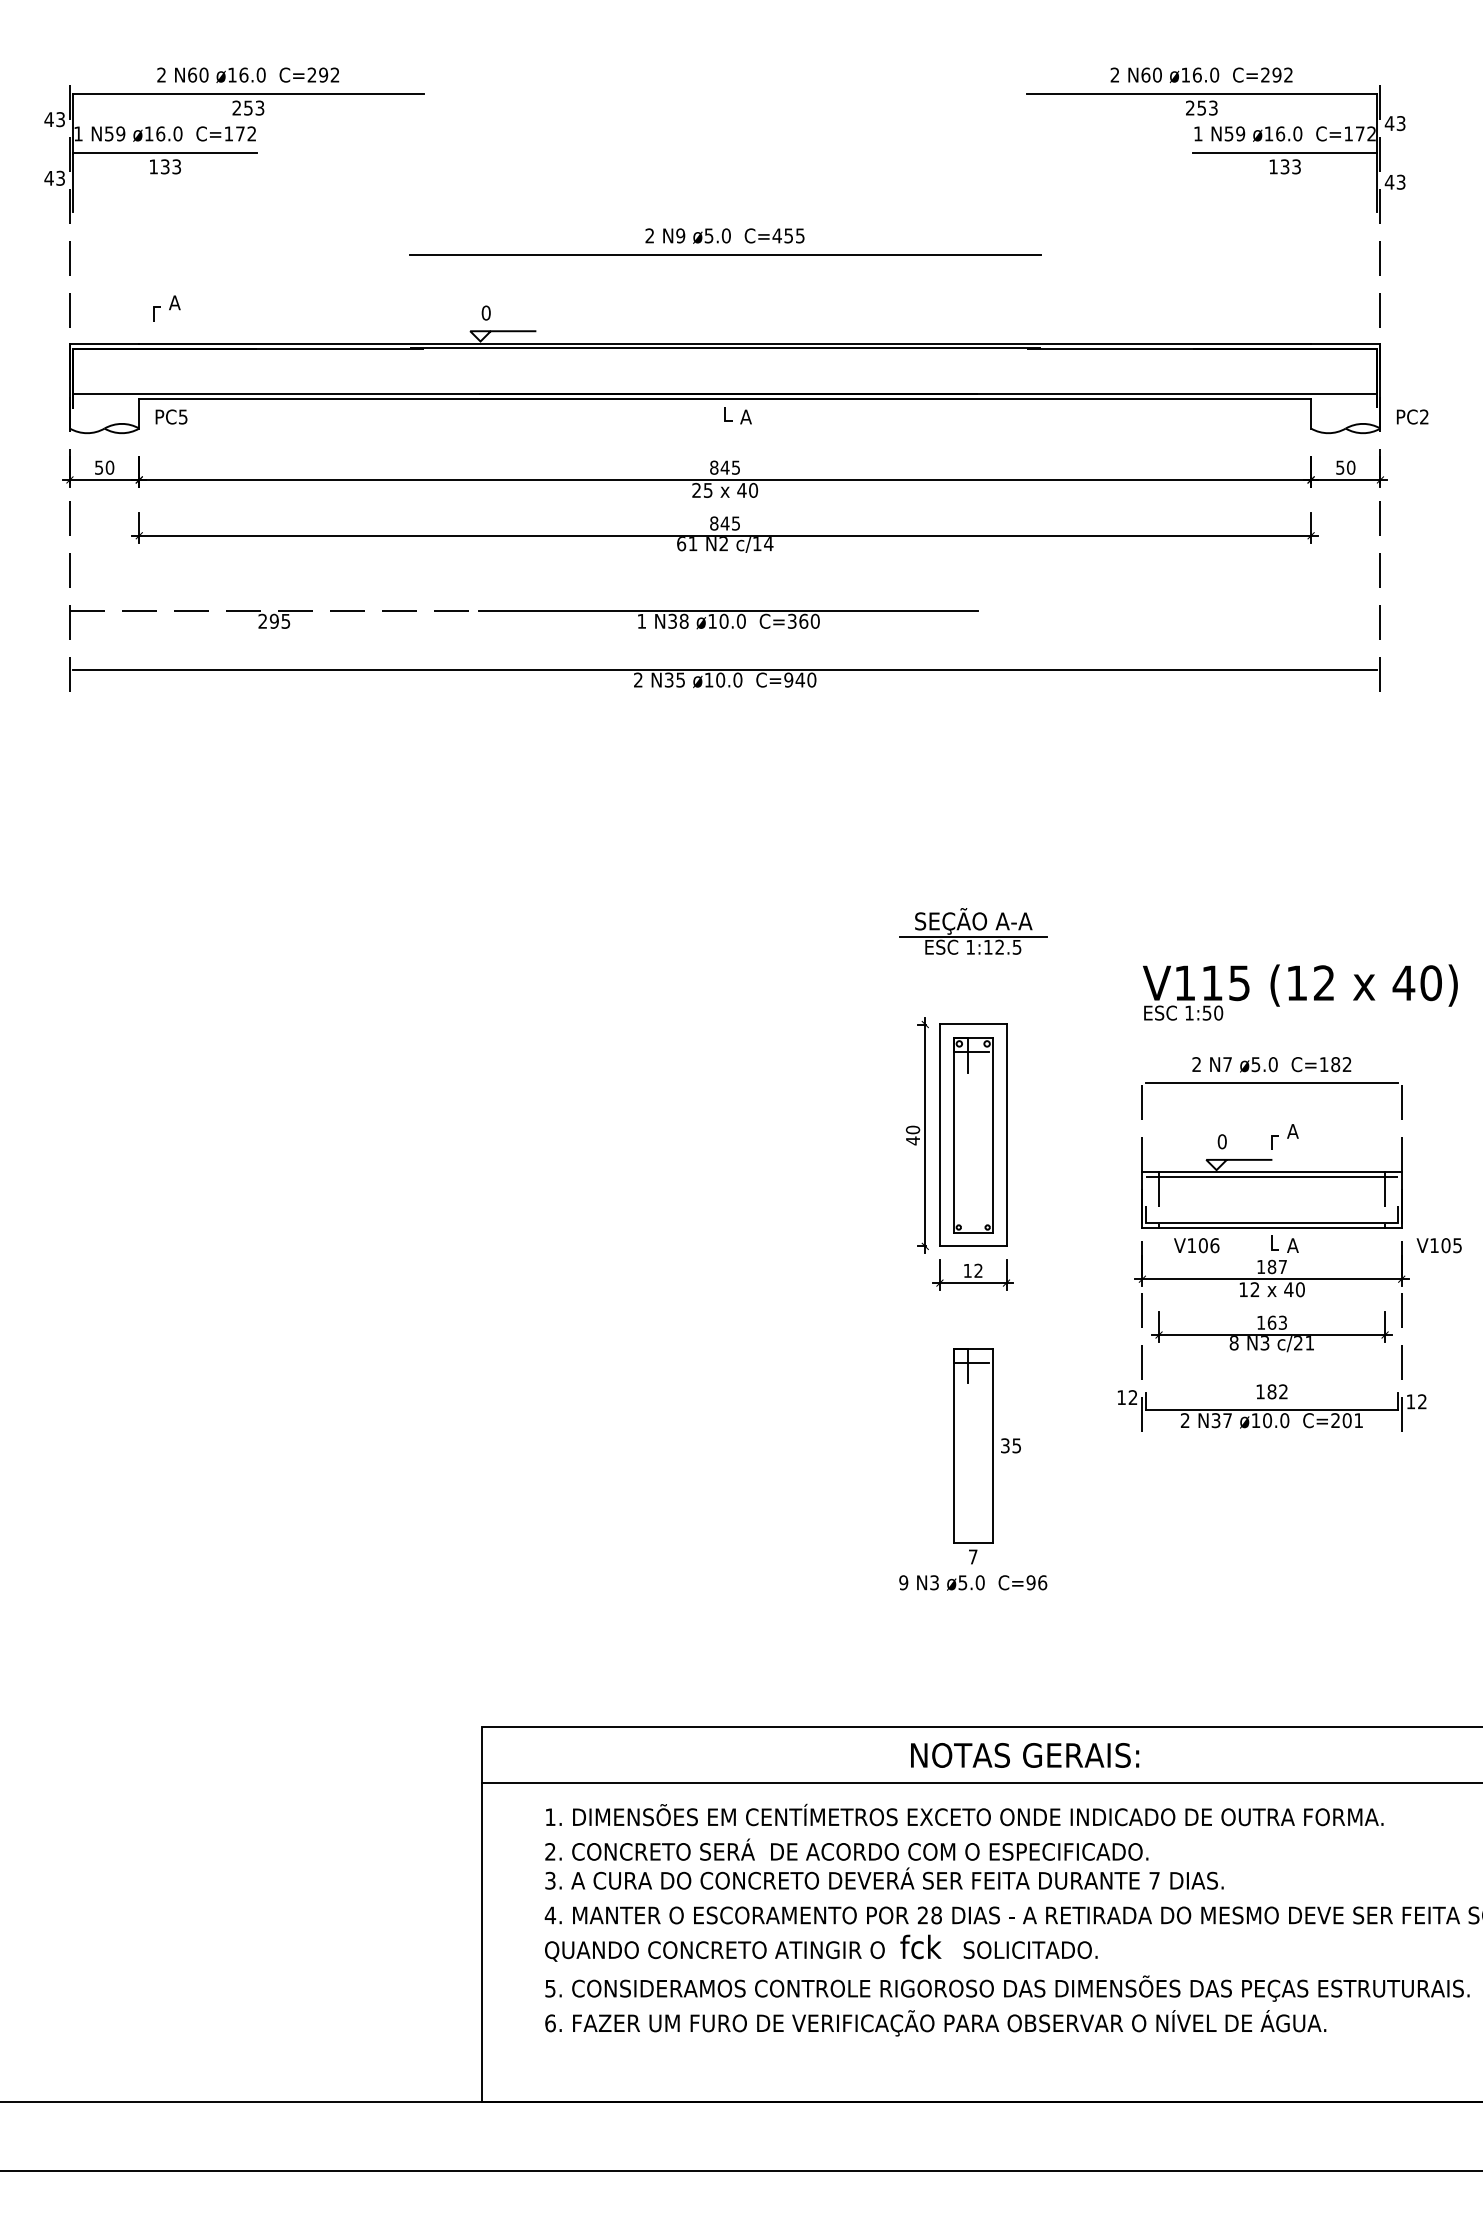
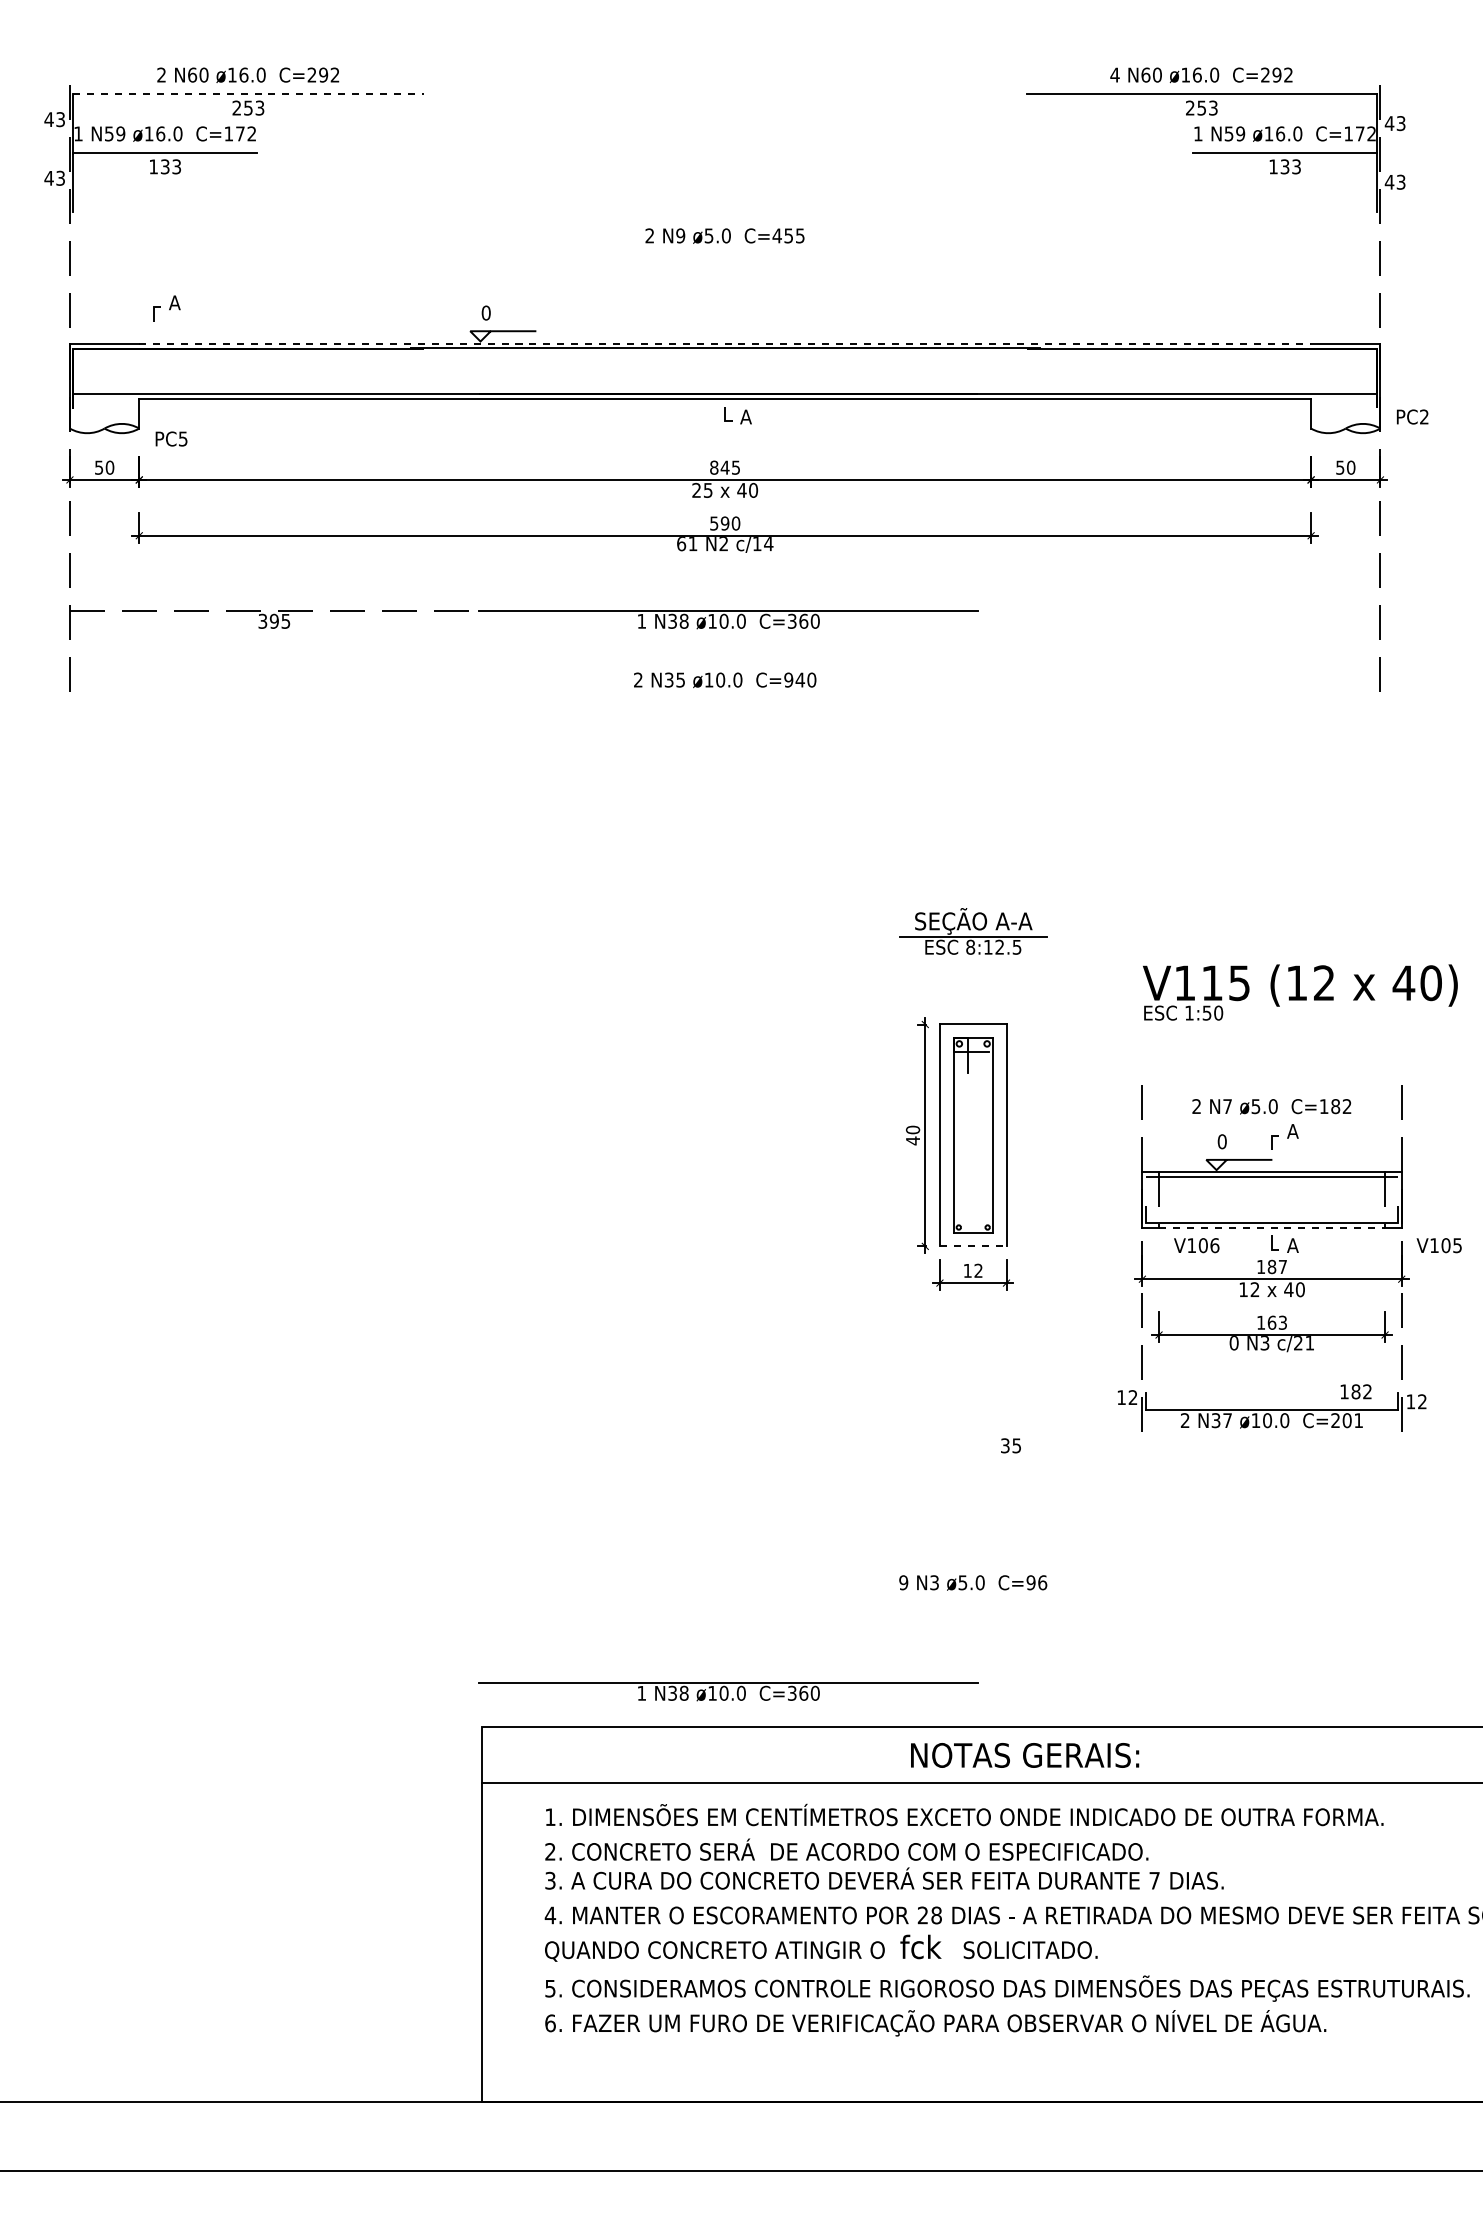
text at (1114, 74): 2 -> 4
line at (248, 94): solid -> dashed
line at (724, 254): present -> none
line at (725, 343): solid -> dashed
text at (171, 416) position: (171, 416) -> (171, 438)
text at (725, 523): 845 -> 590
text at (262, 621): 295 -> 395
line at (724, 669): present -> none
text at (970, 946): 1:12.5 -> 8:12.5
text at (1271, 1064) position: (1271, 1064) -> (1271, 1106)
line at (1271, 1083): present -> none
line at (1272, 1227): solid -> dashed
line at (973, 1246): solid -> dashed
text at (1233, 1343): 8 -> 0
text at (1271, 1391) position: (1271, 1391) -> (1355, 1391)
part at (973, 1456): present -> none
part at (728, 1691): none -> present
